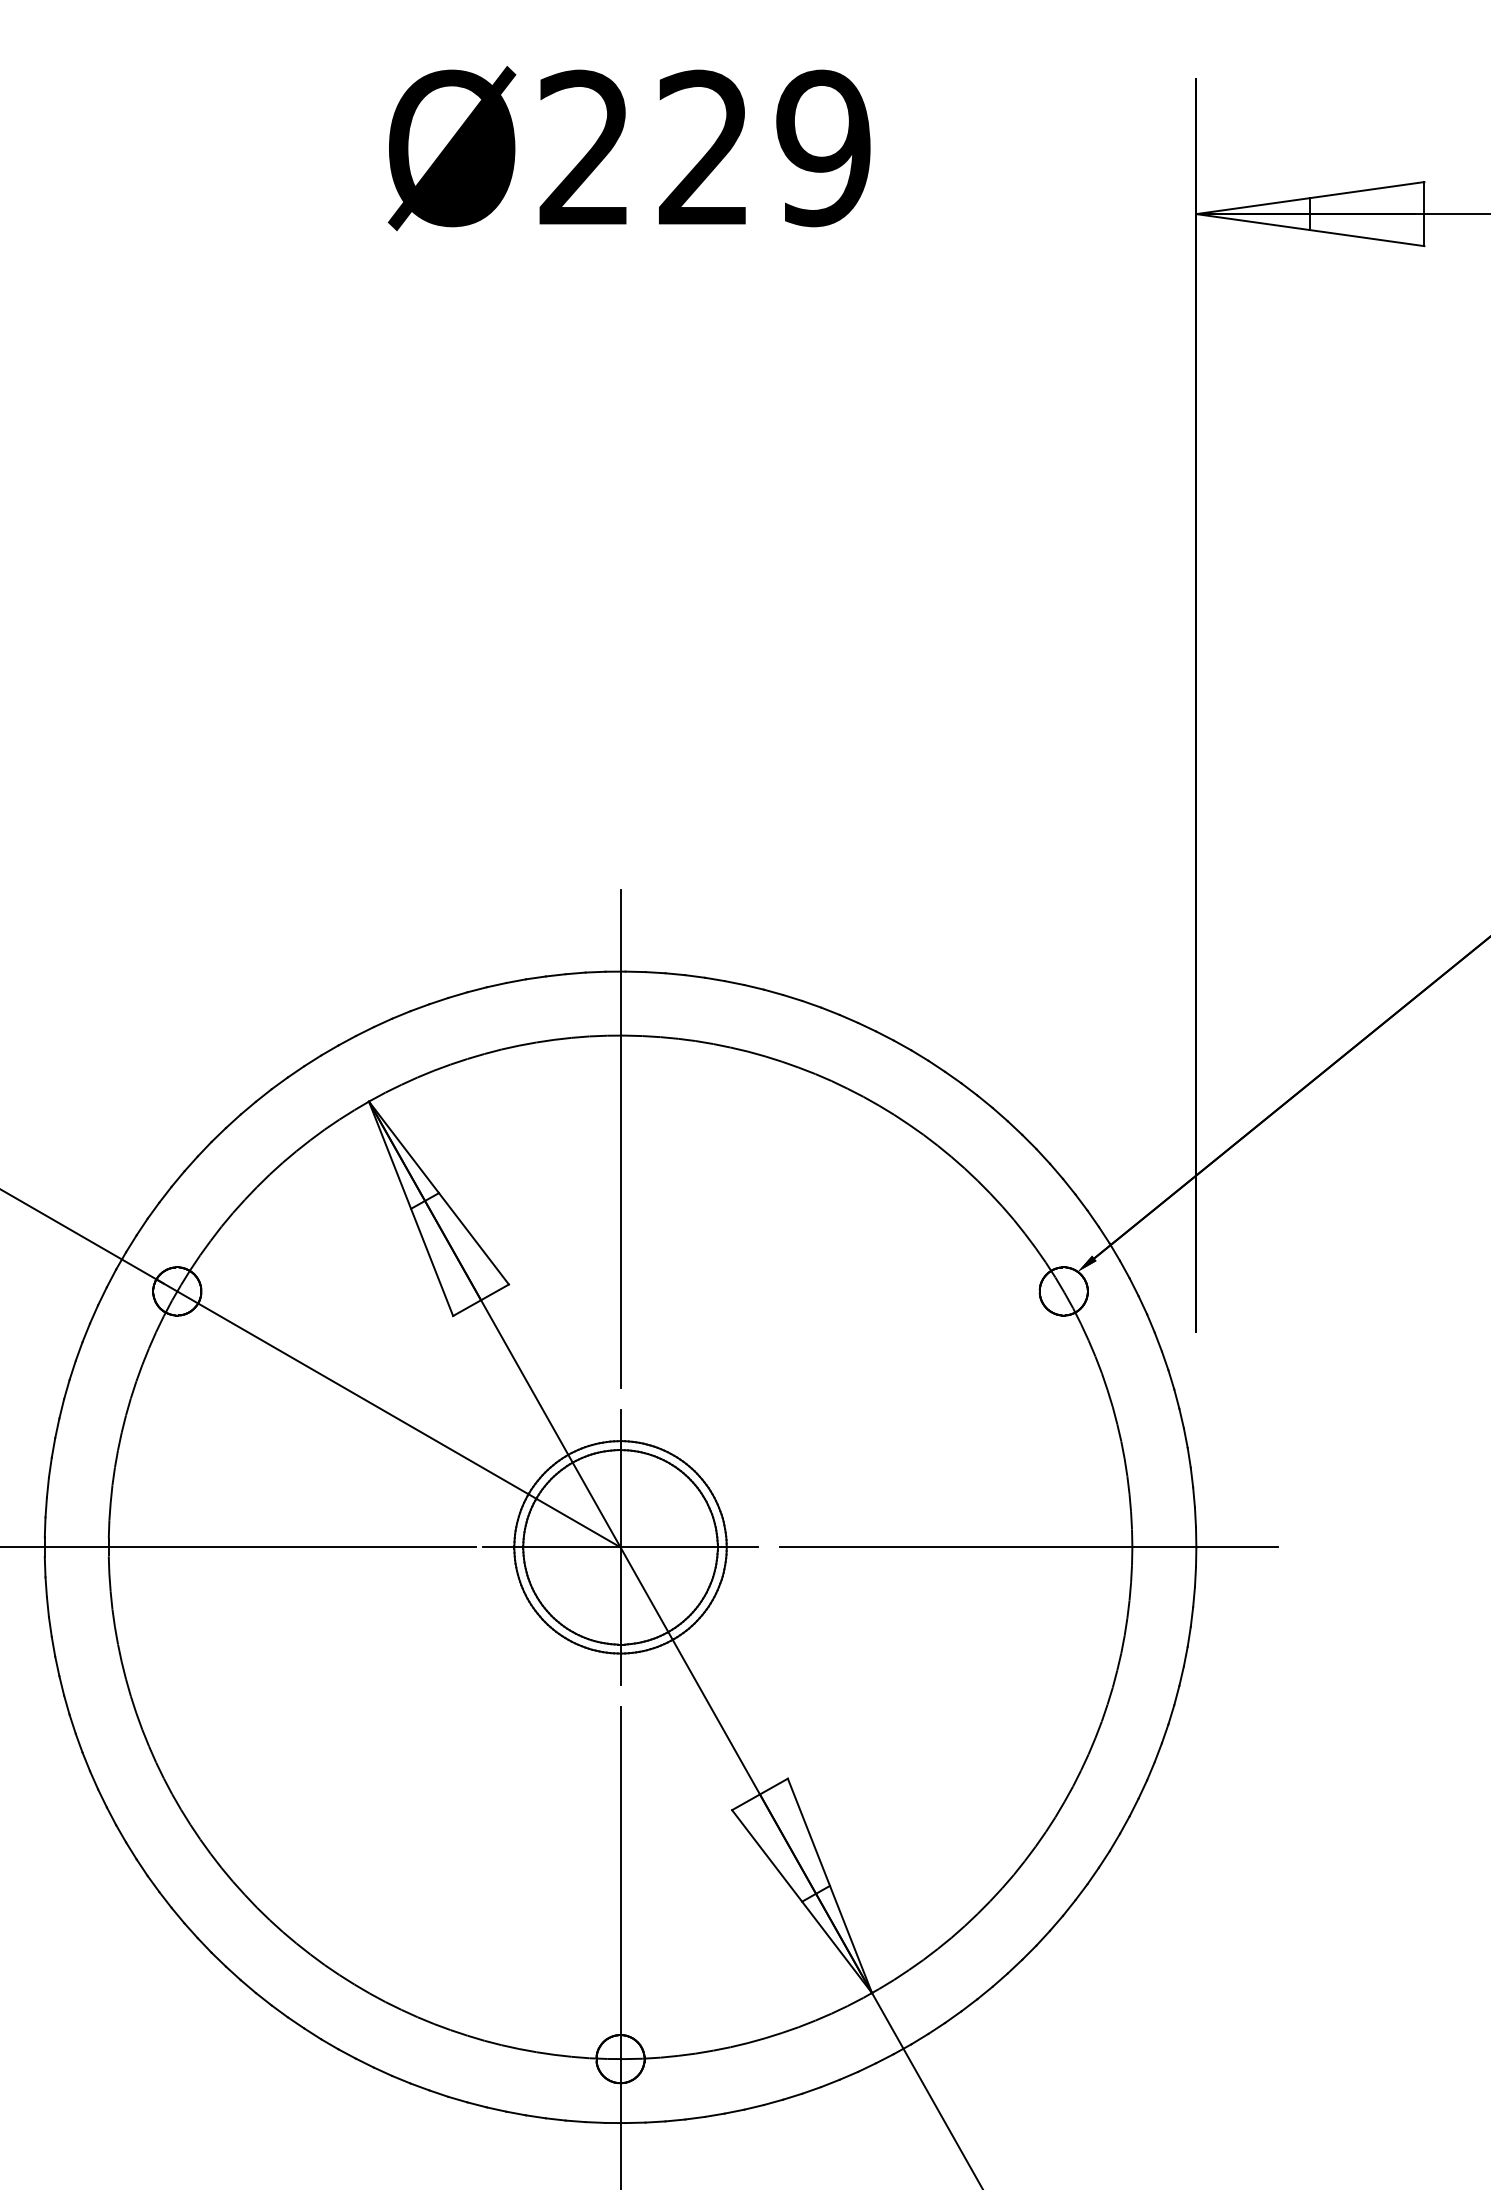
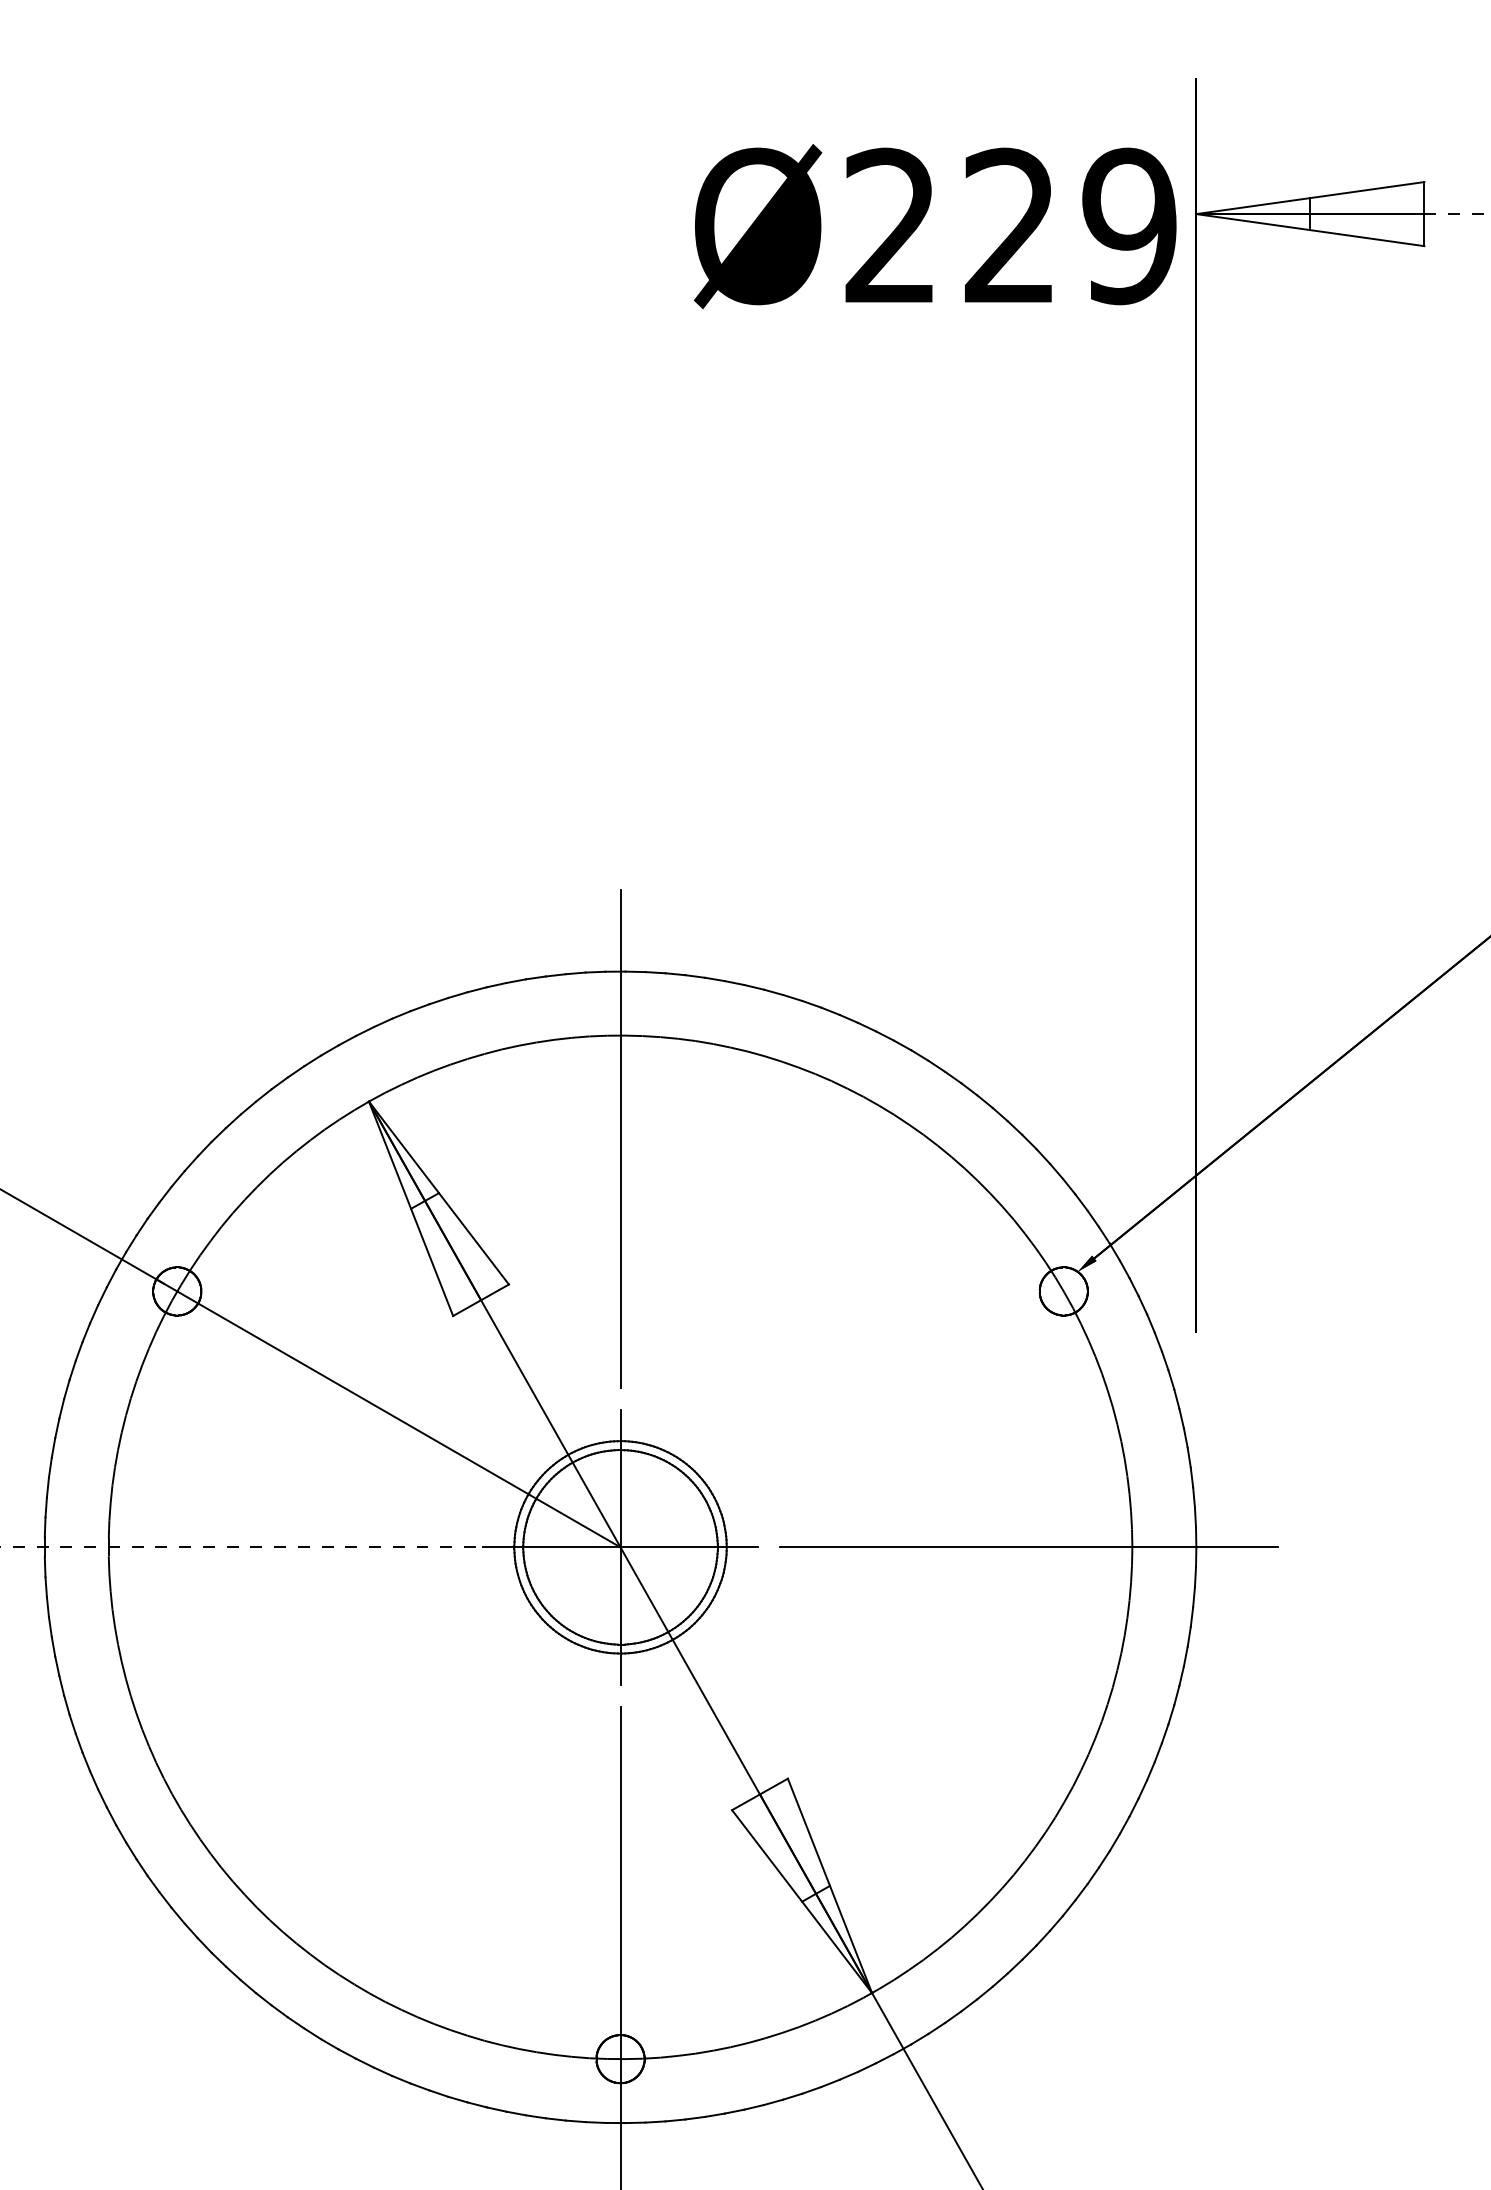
text at (629, 148) position: (629, 148) -> (935, 226)
line at (1457, 214): solid -> dashed
line at (238, 1547): solid -> dashed
